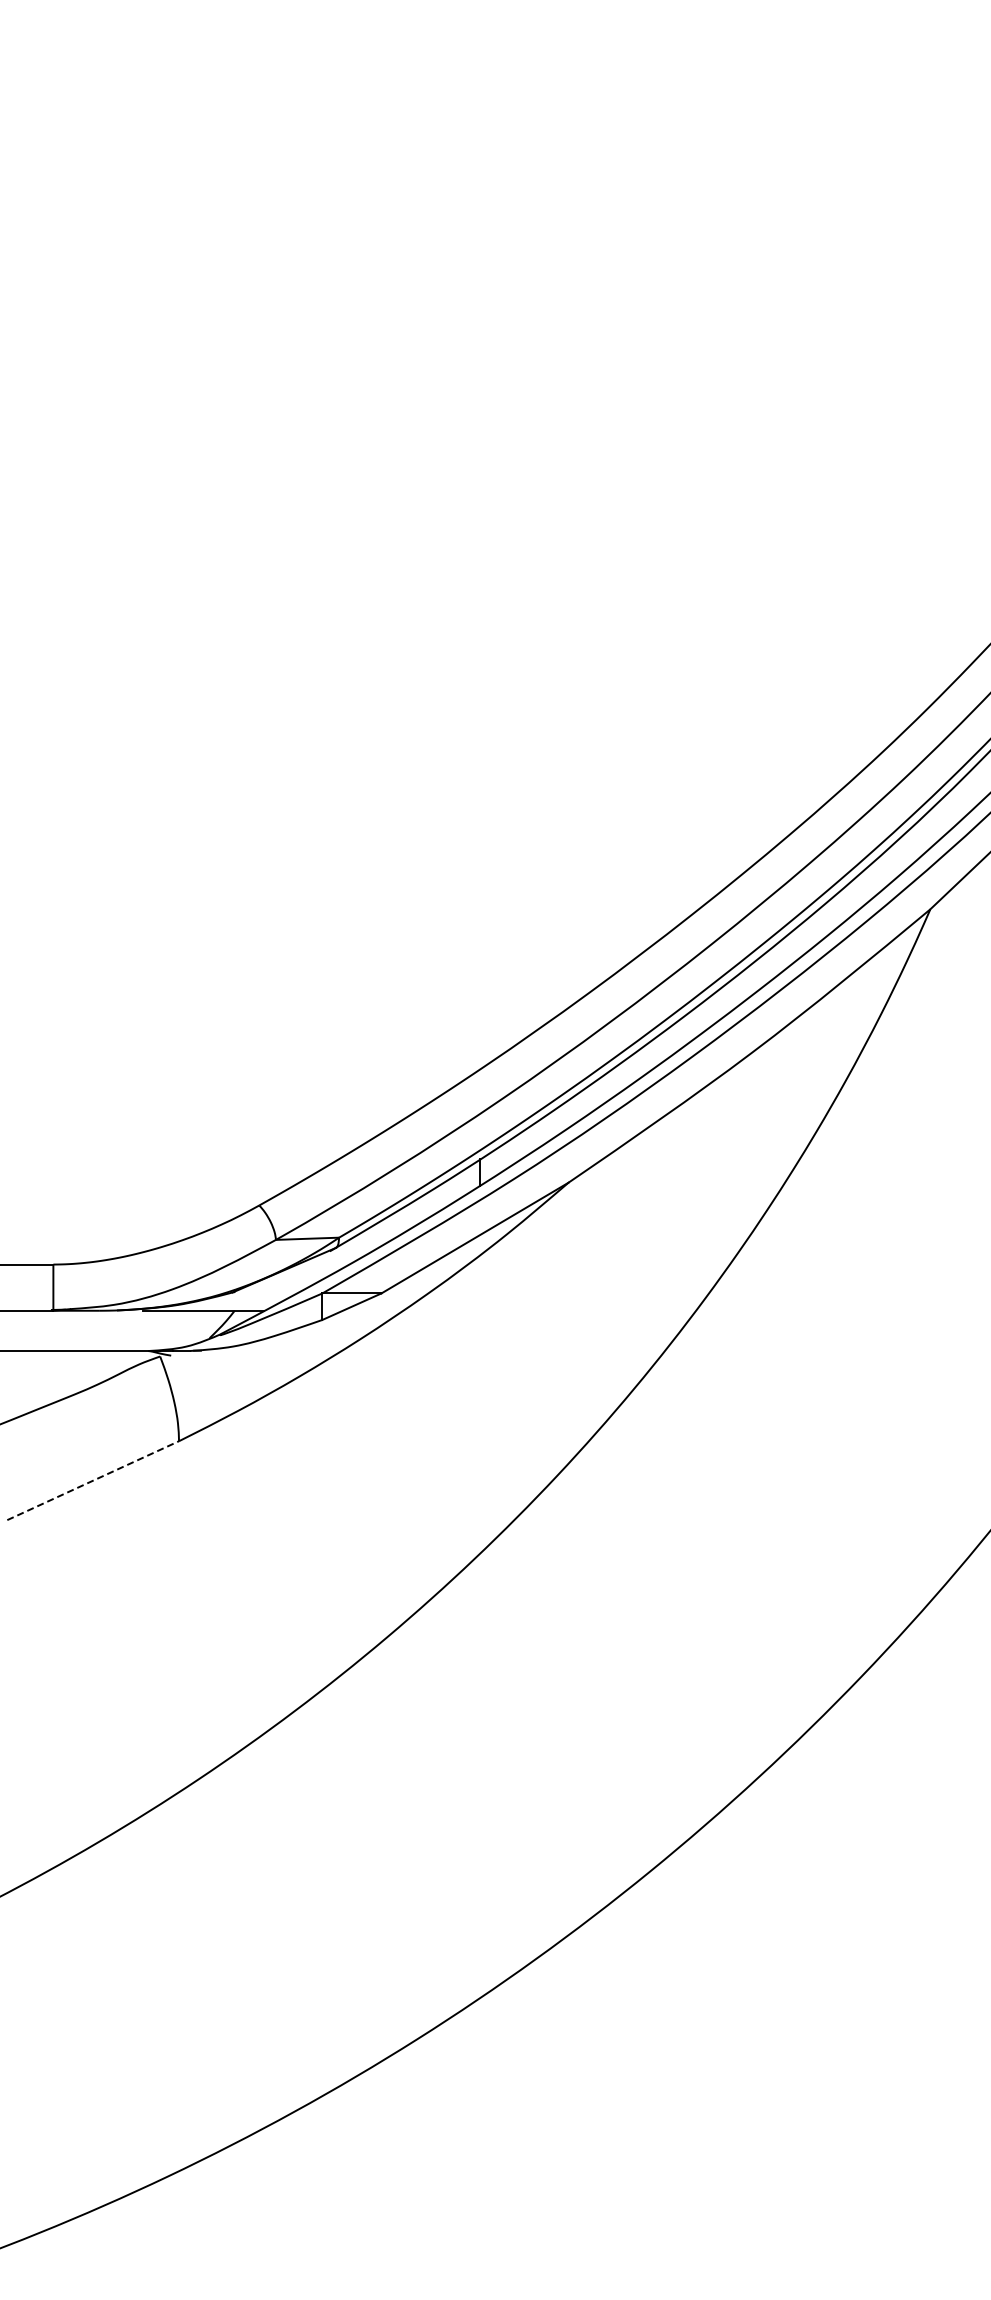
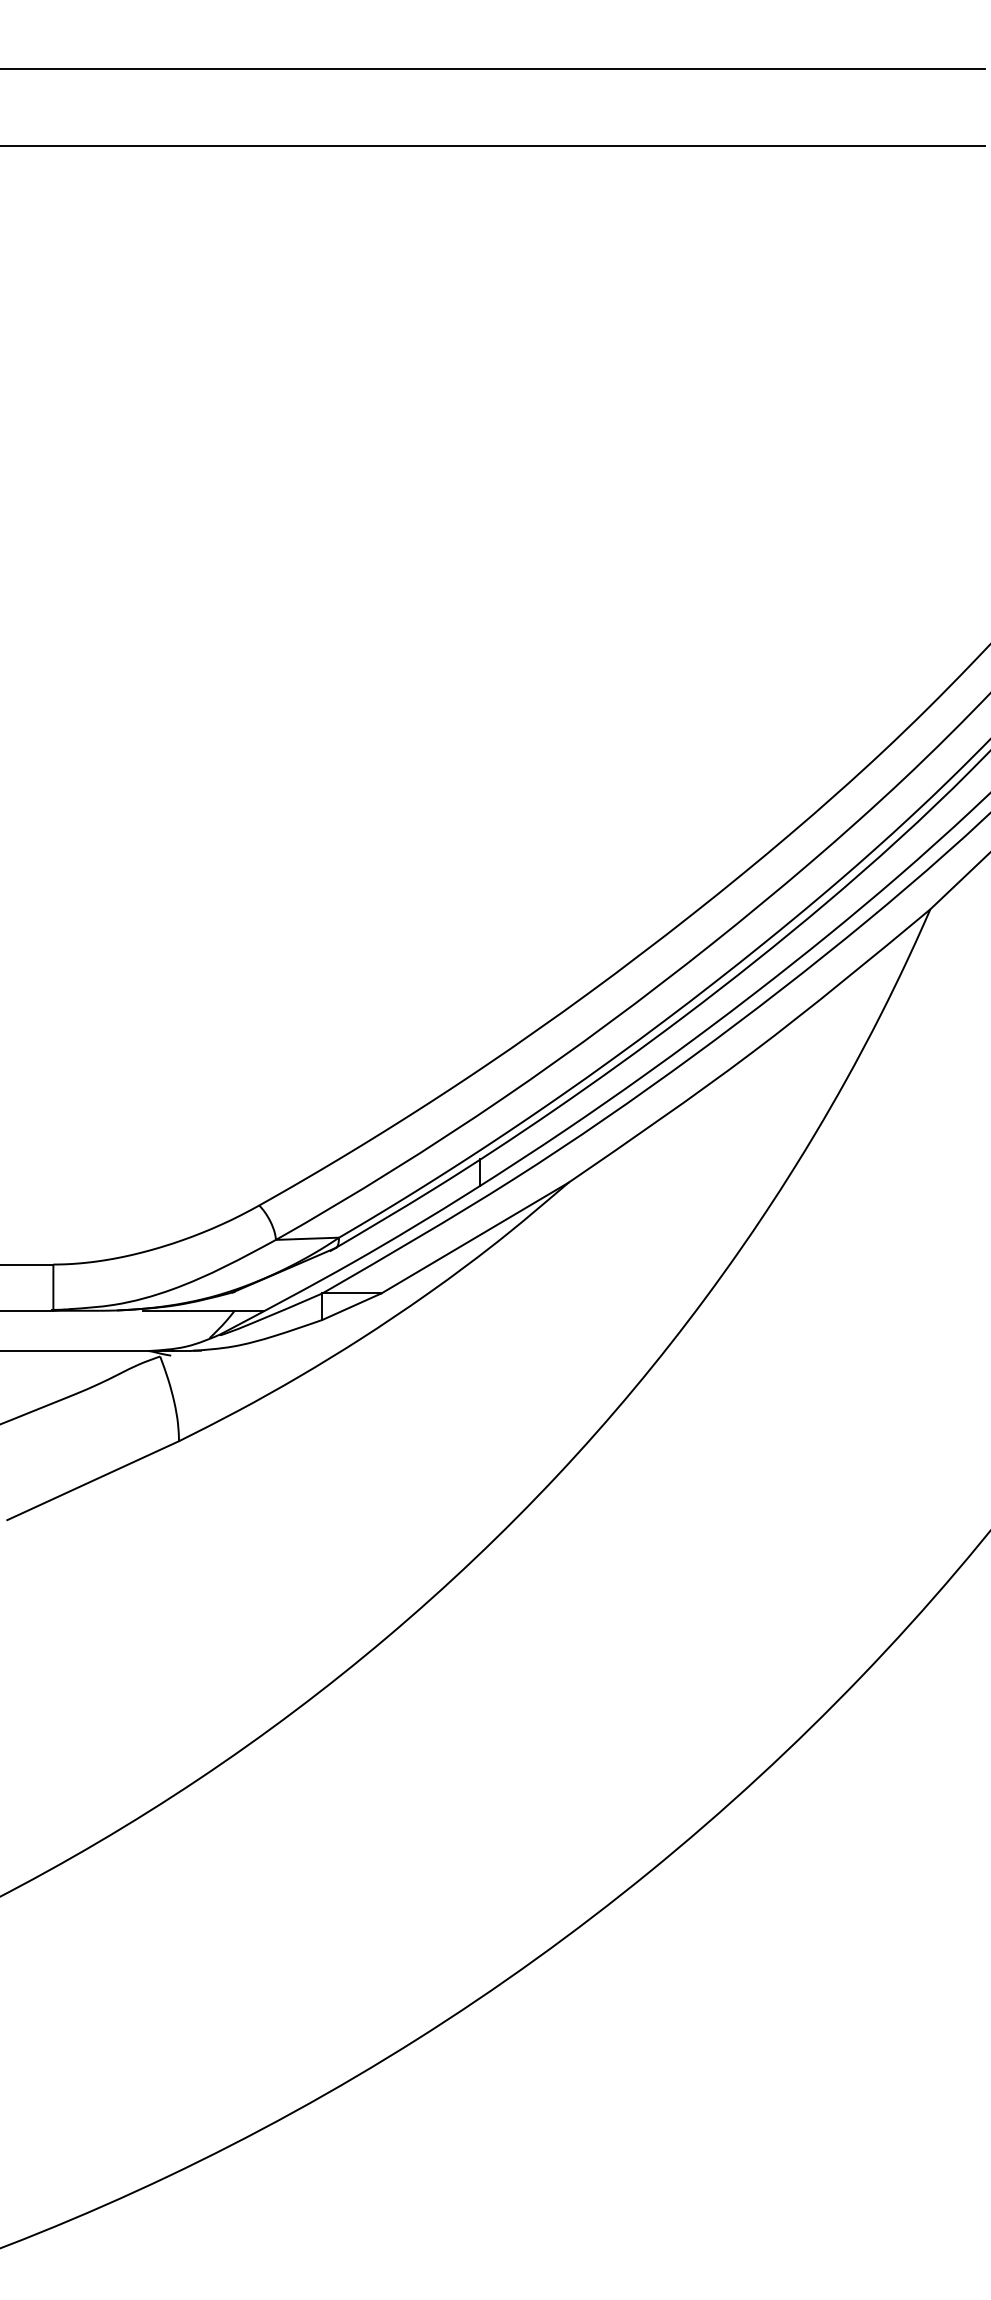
line at (493, 69): none -> present
line at (493, 145): none -> present
line at (93, 1480): dashed -> solid
